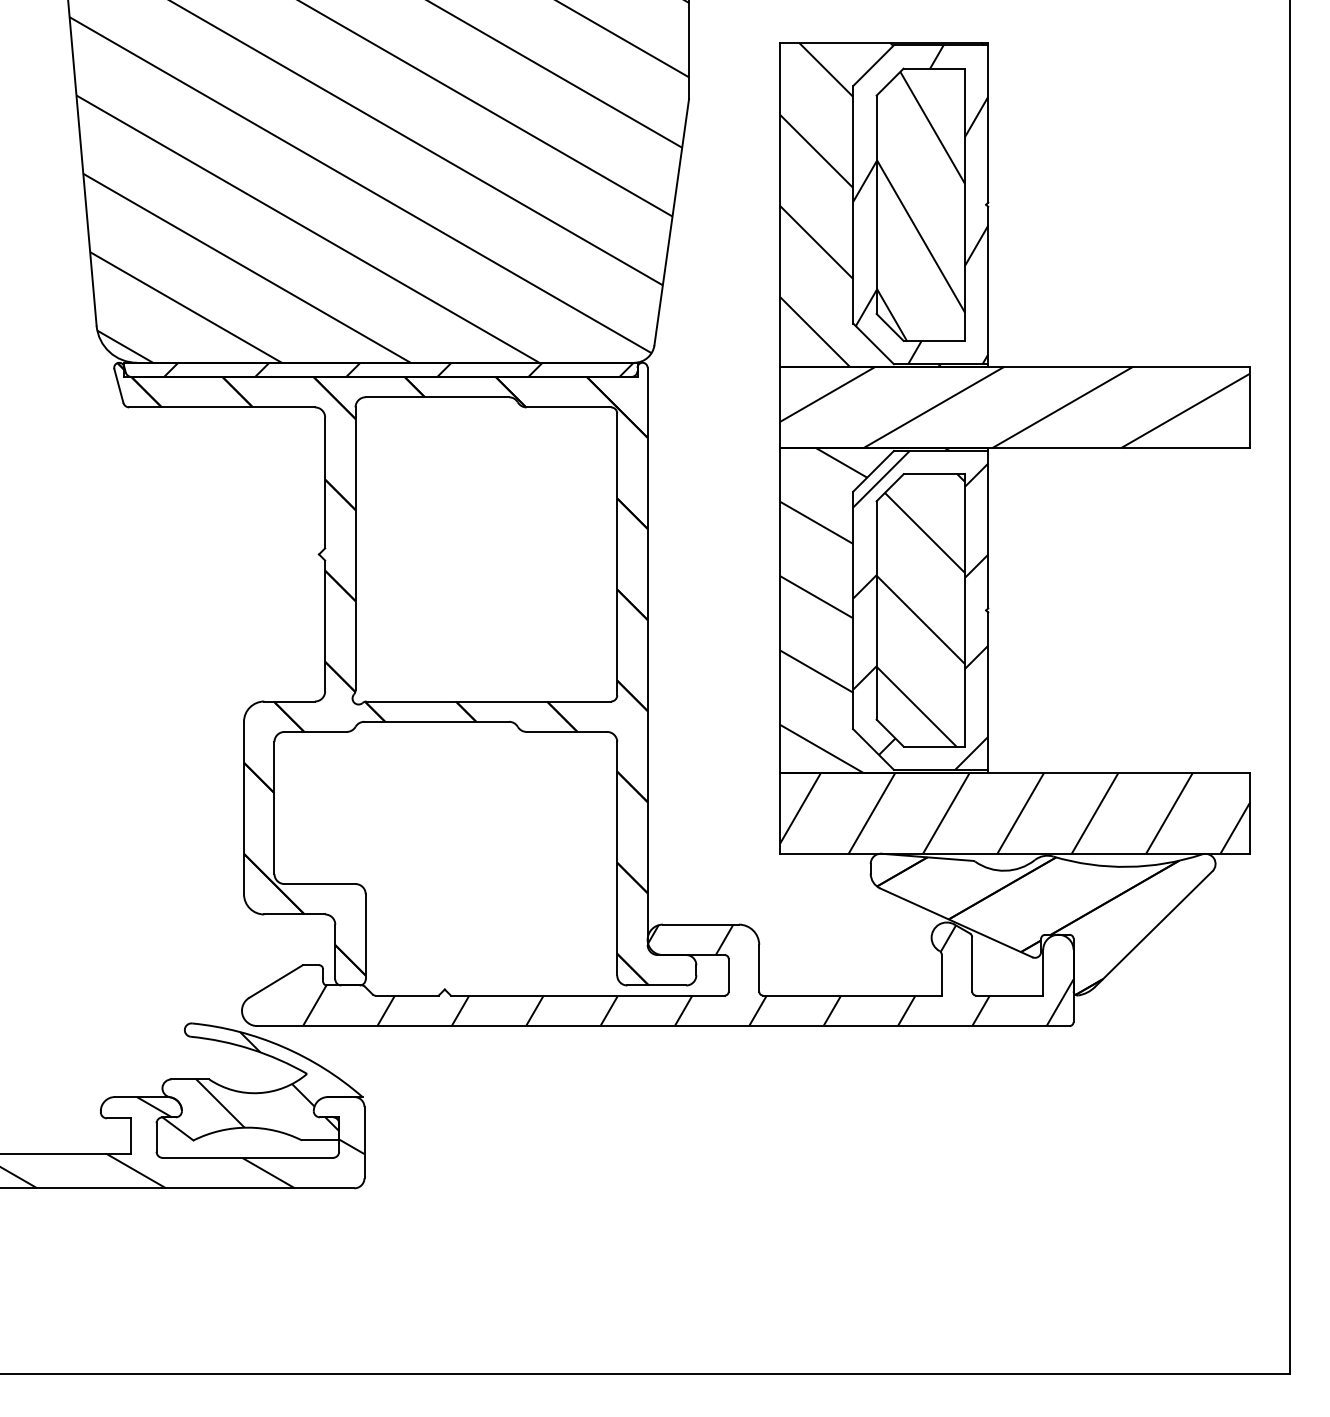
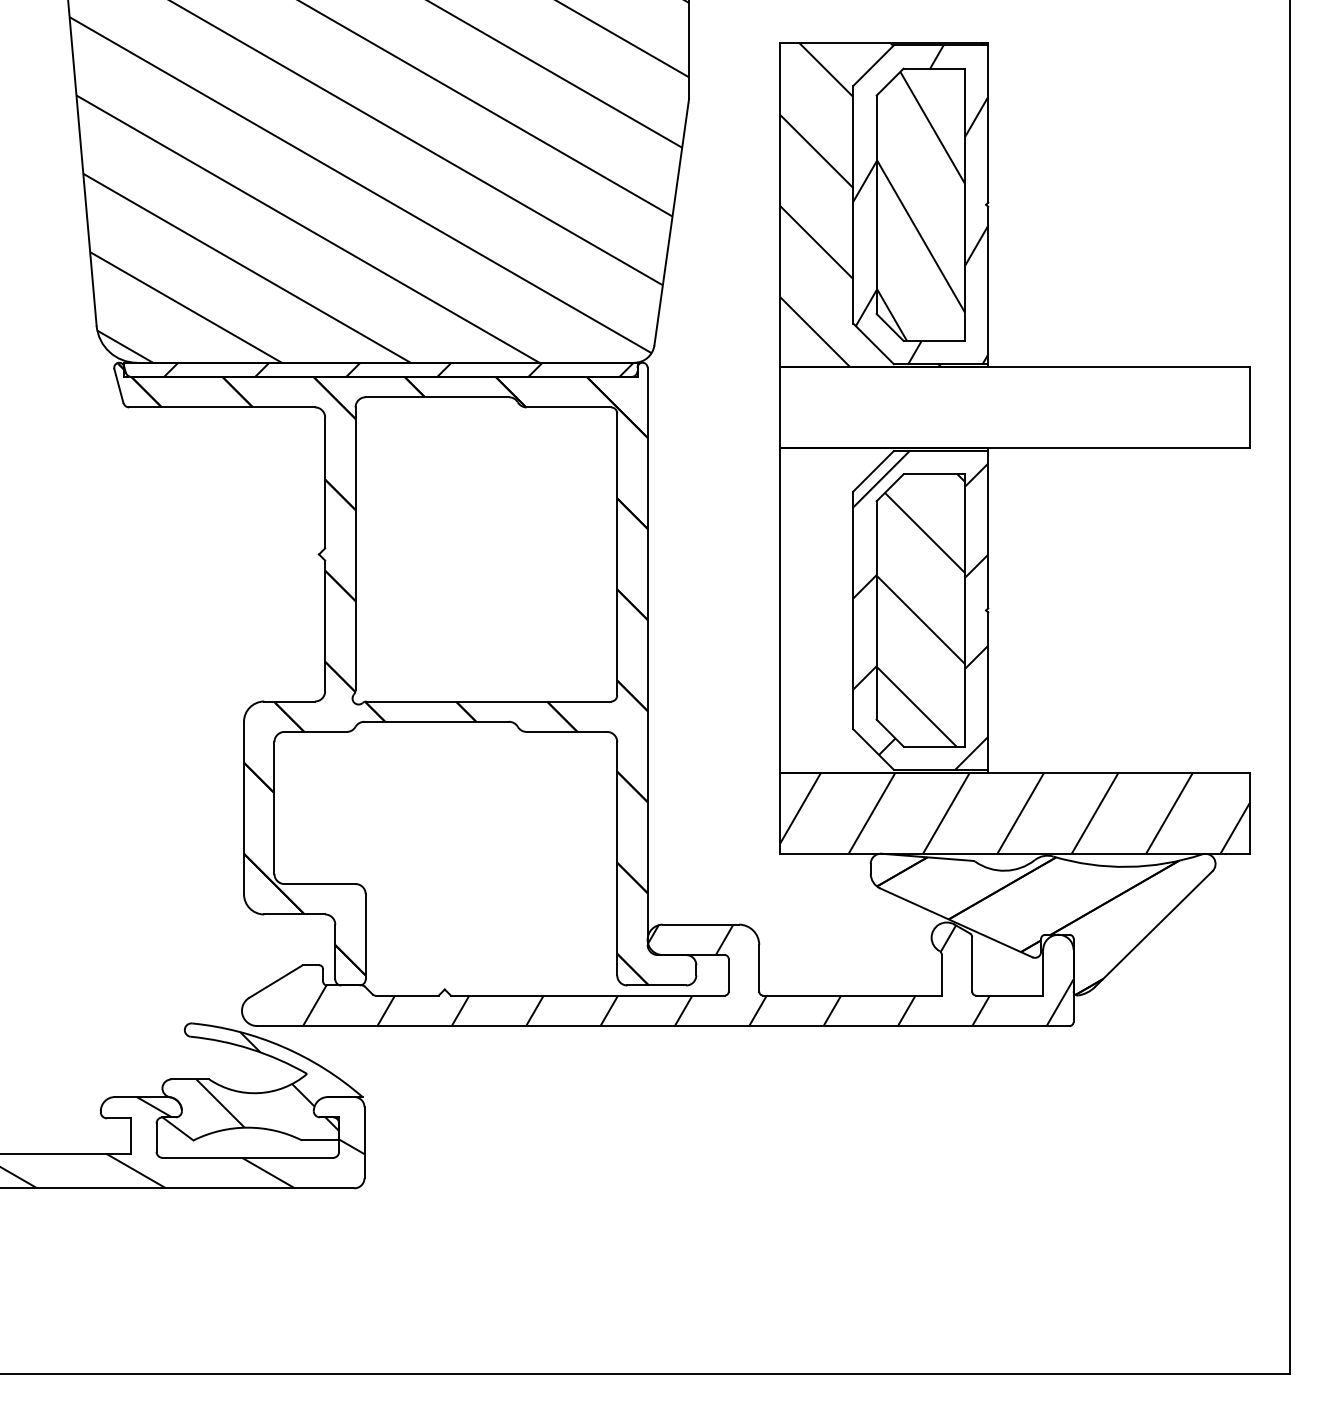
hatch at (1015, 407): present -> none
hatch at (884, 610): present -> none
